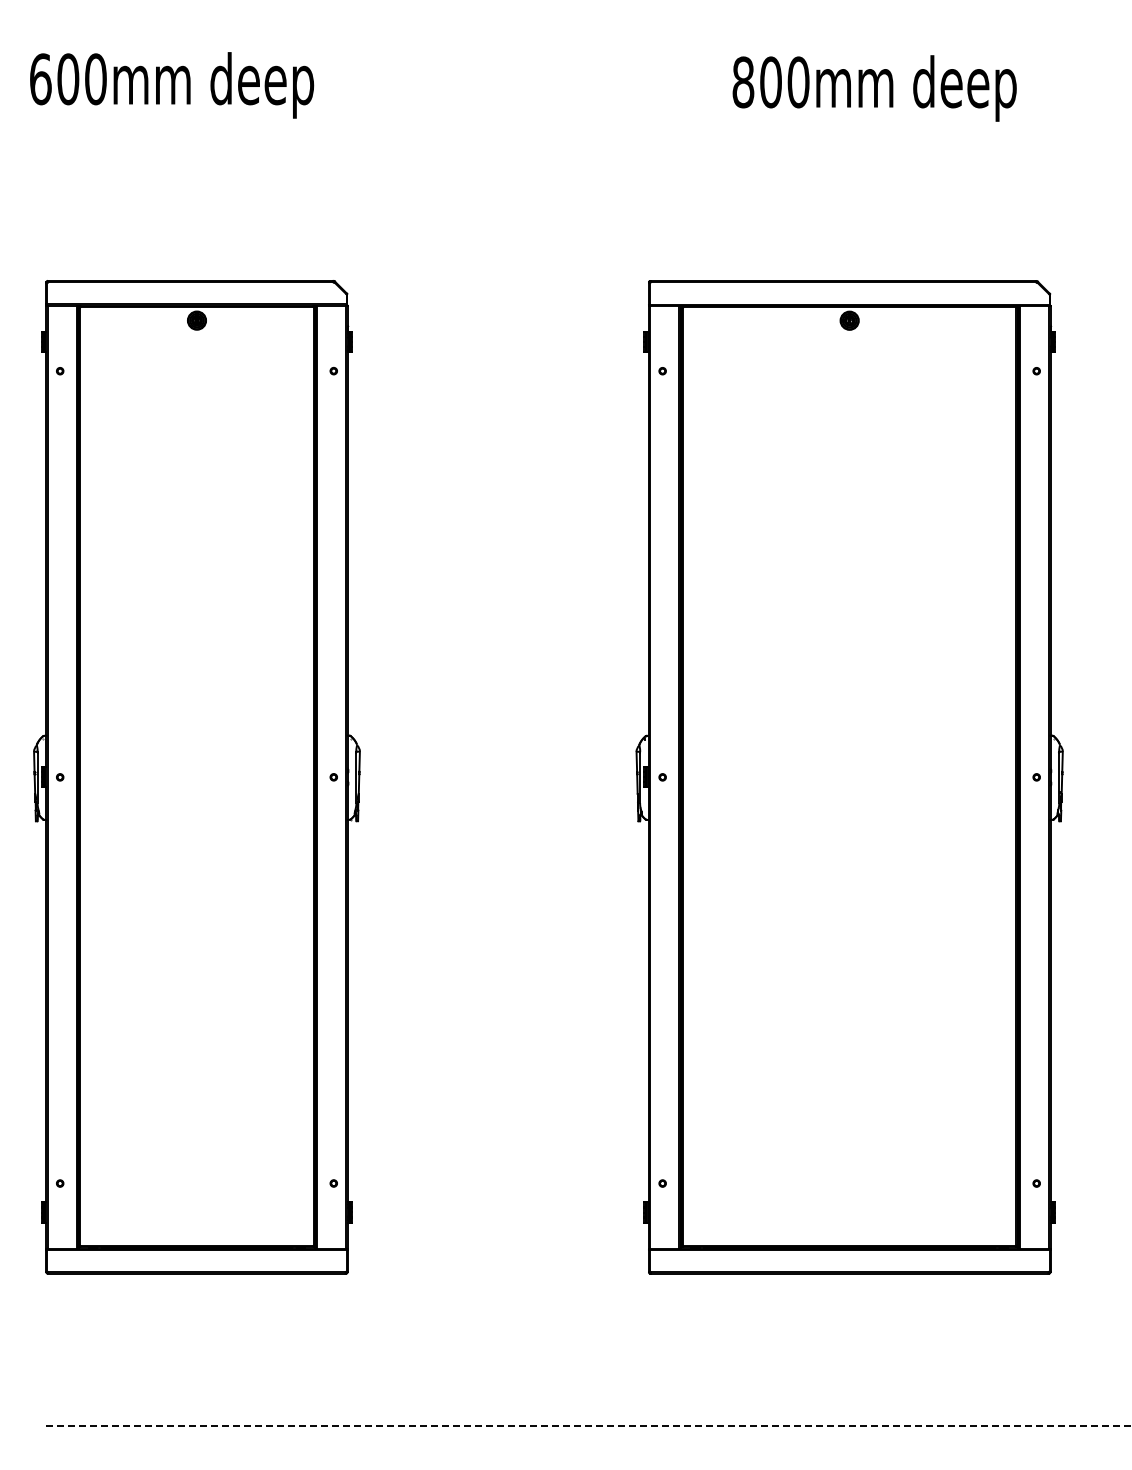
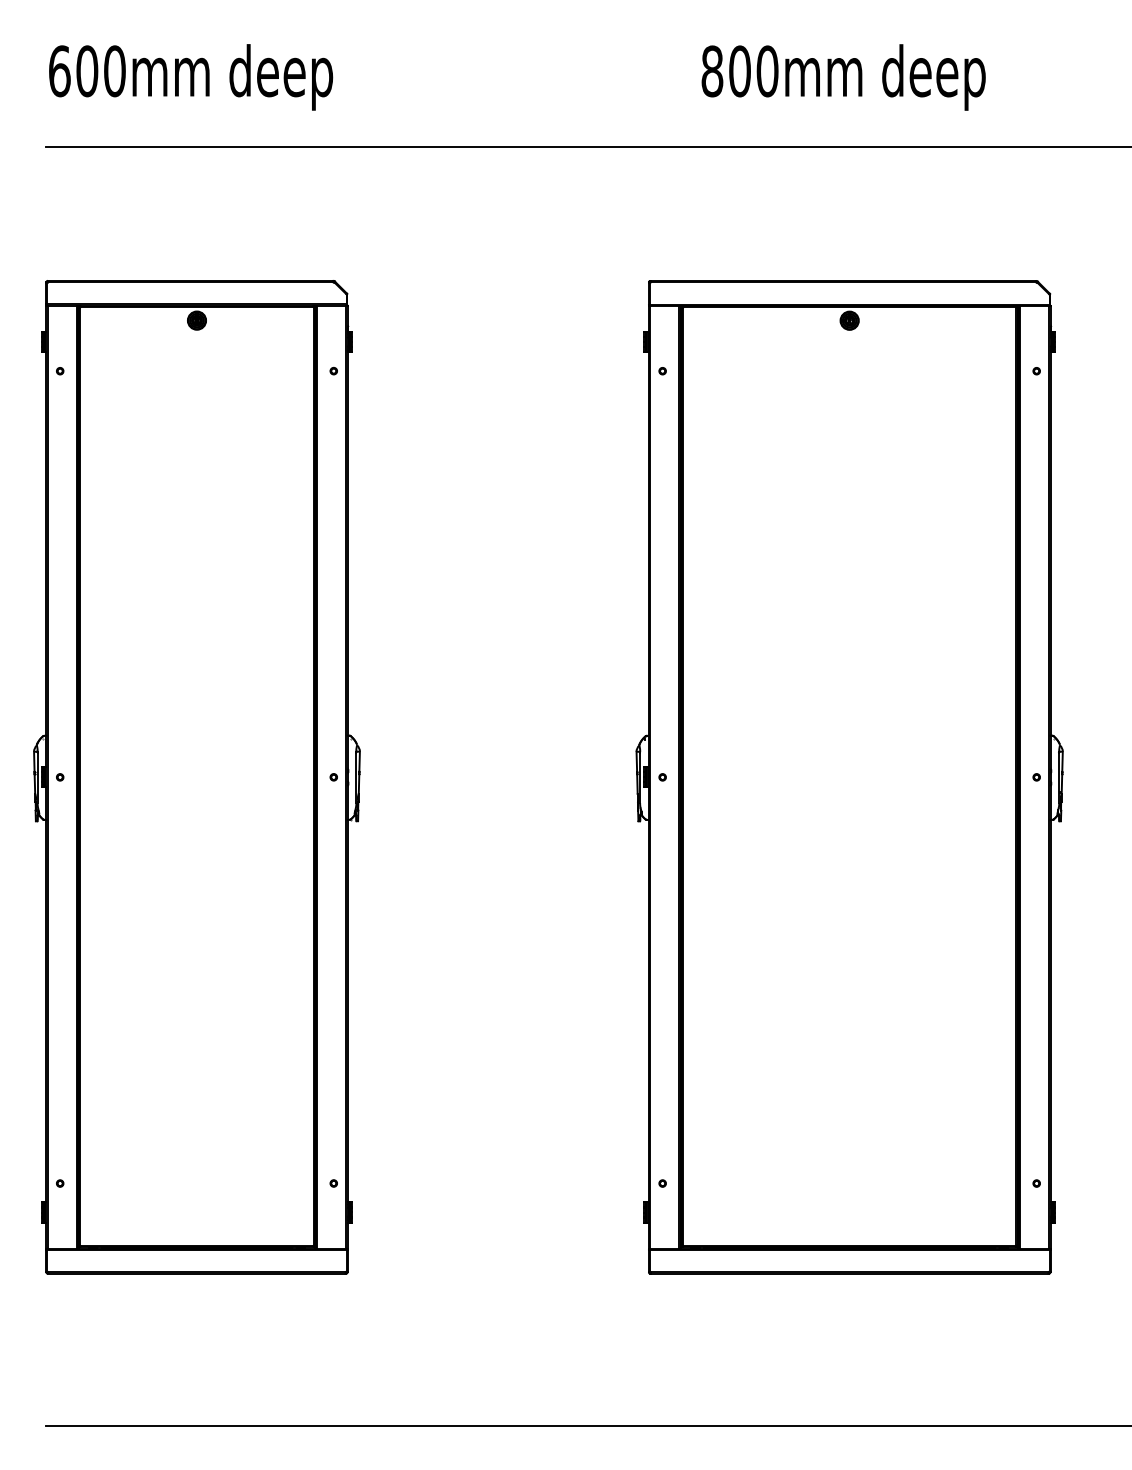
text at (172, 85) position: (172, 85) -> (191, 77)
text at (874, 88) position: (874, 88) -> (843, 77)
line at (587, 146): none -> present
line at (589, 1425): dashed -> solid
